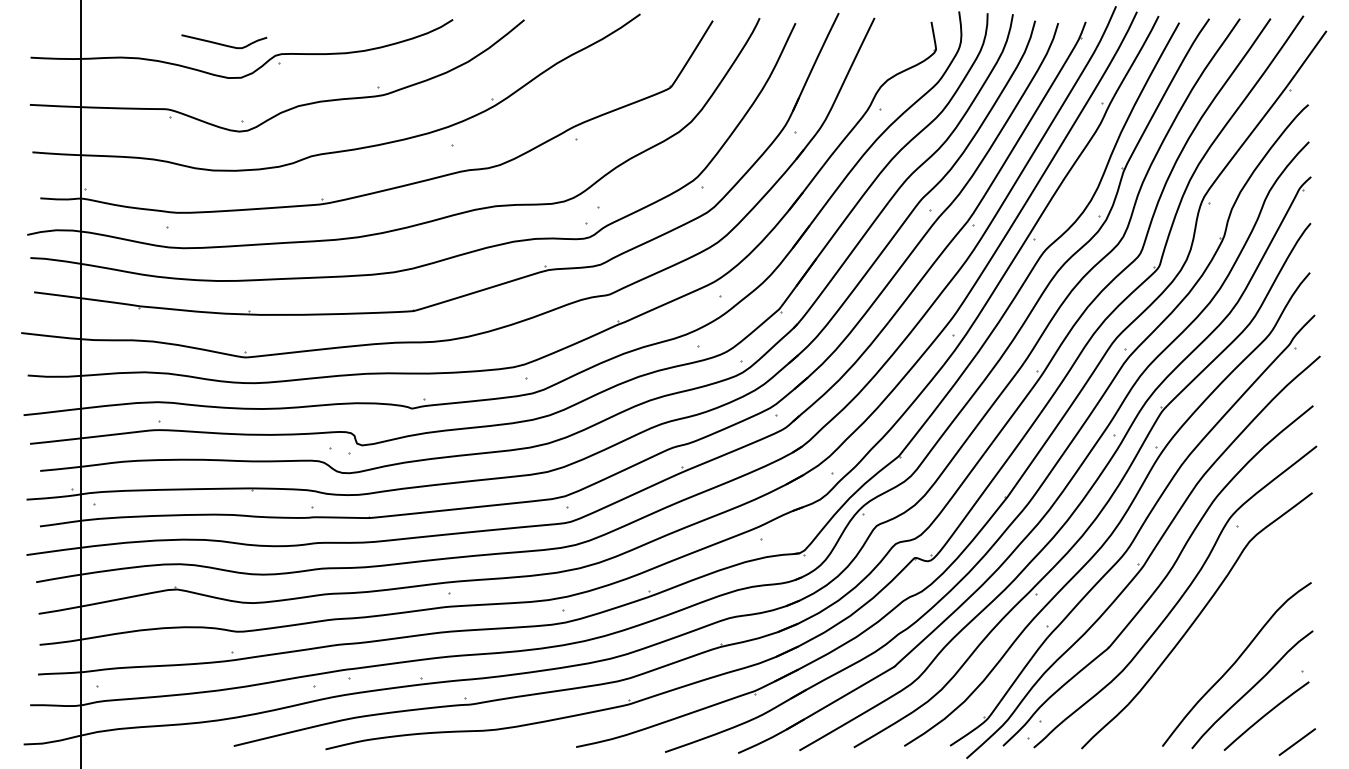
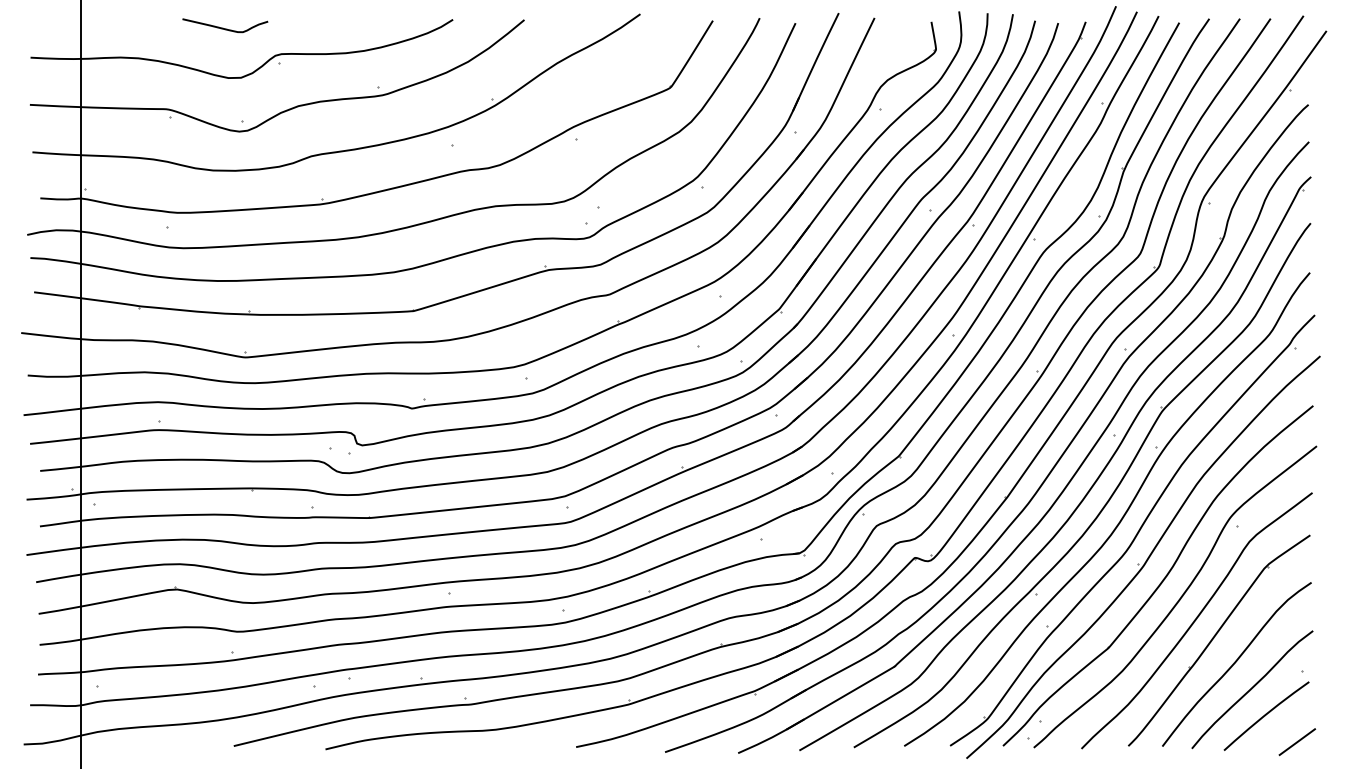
curve at (222, 43) position: (222, 43) -> (223, 27)
part at (1219, 640): none -> present
